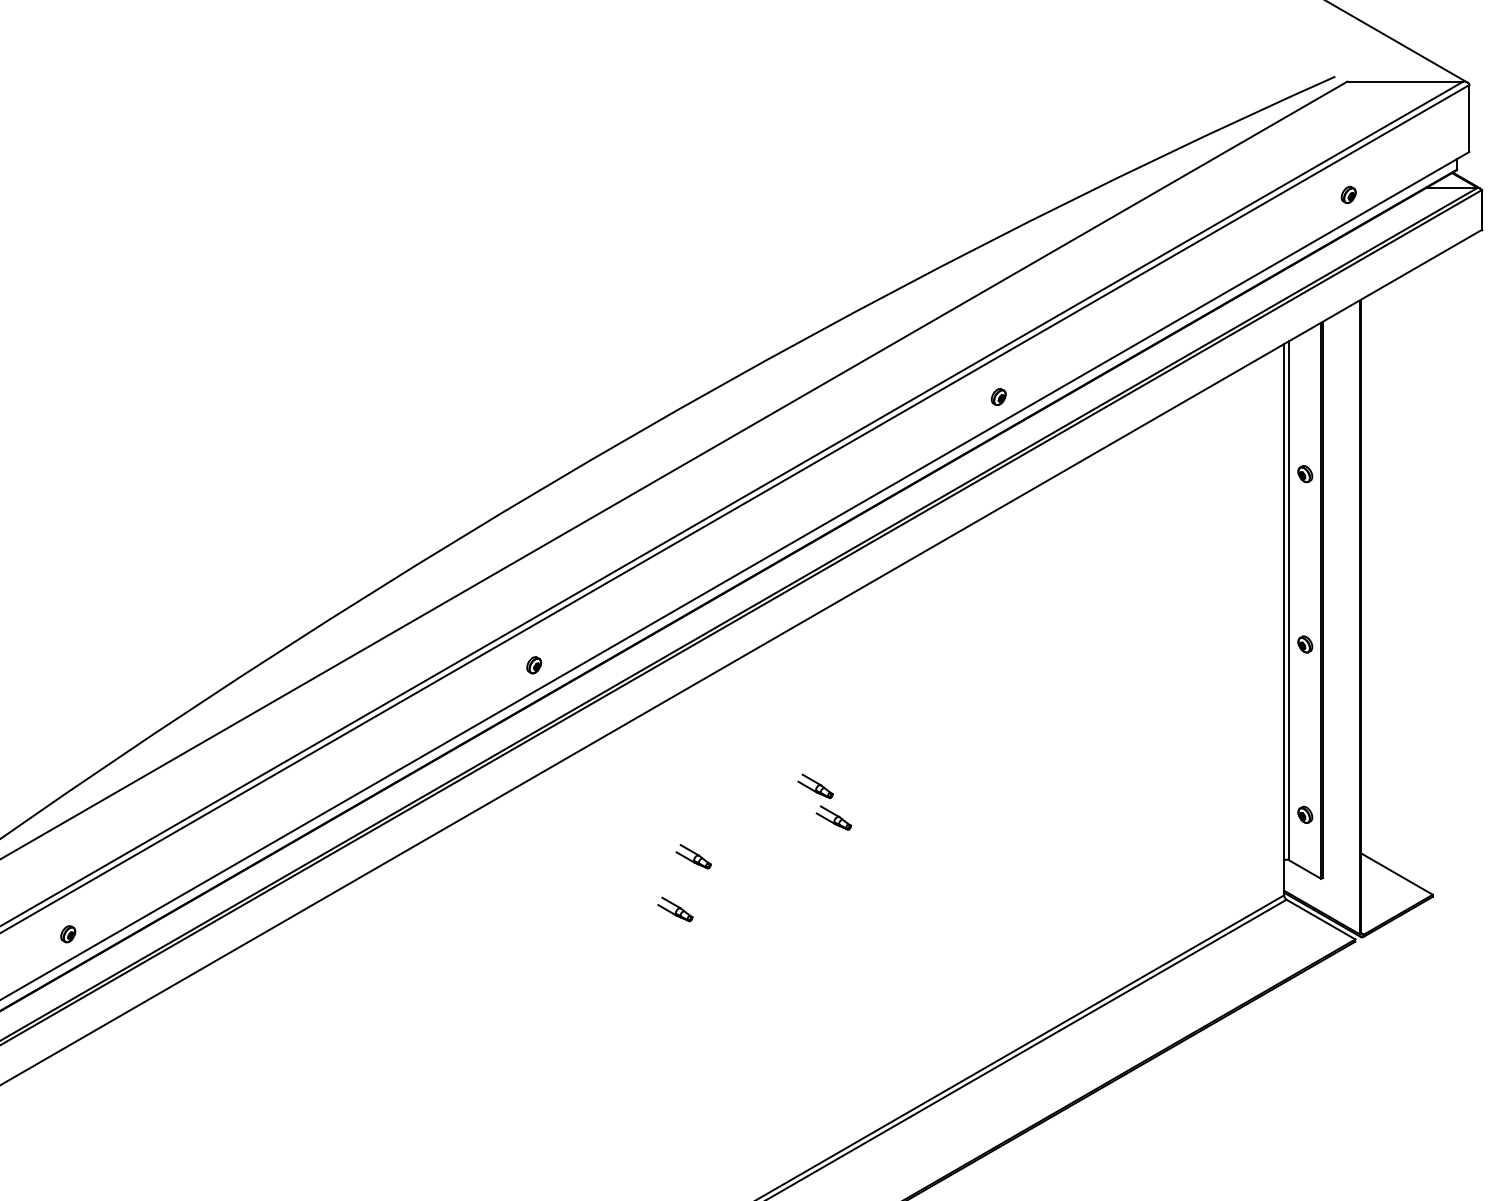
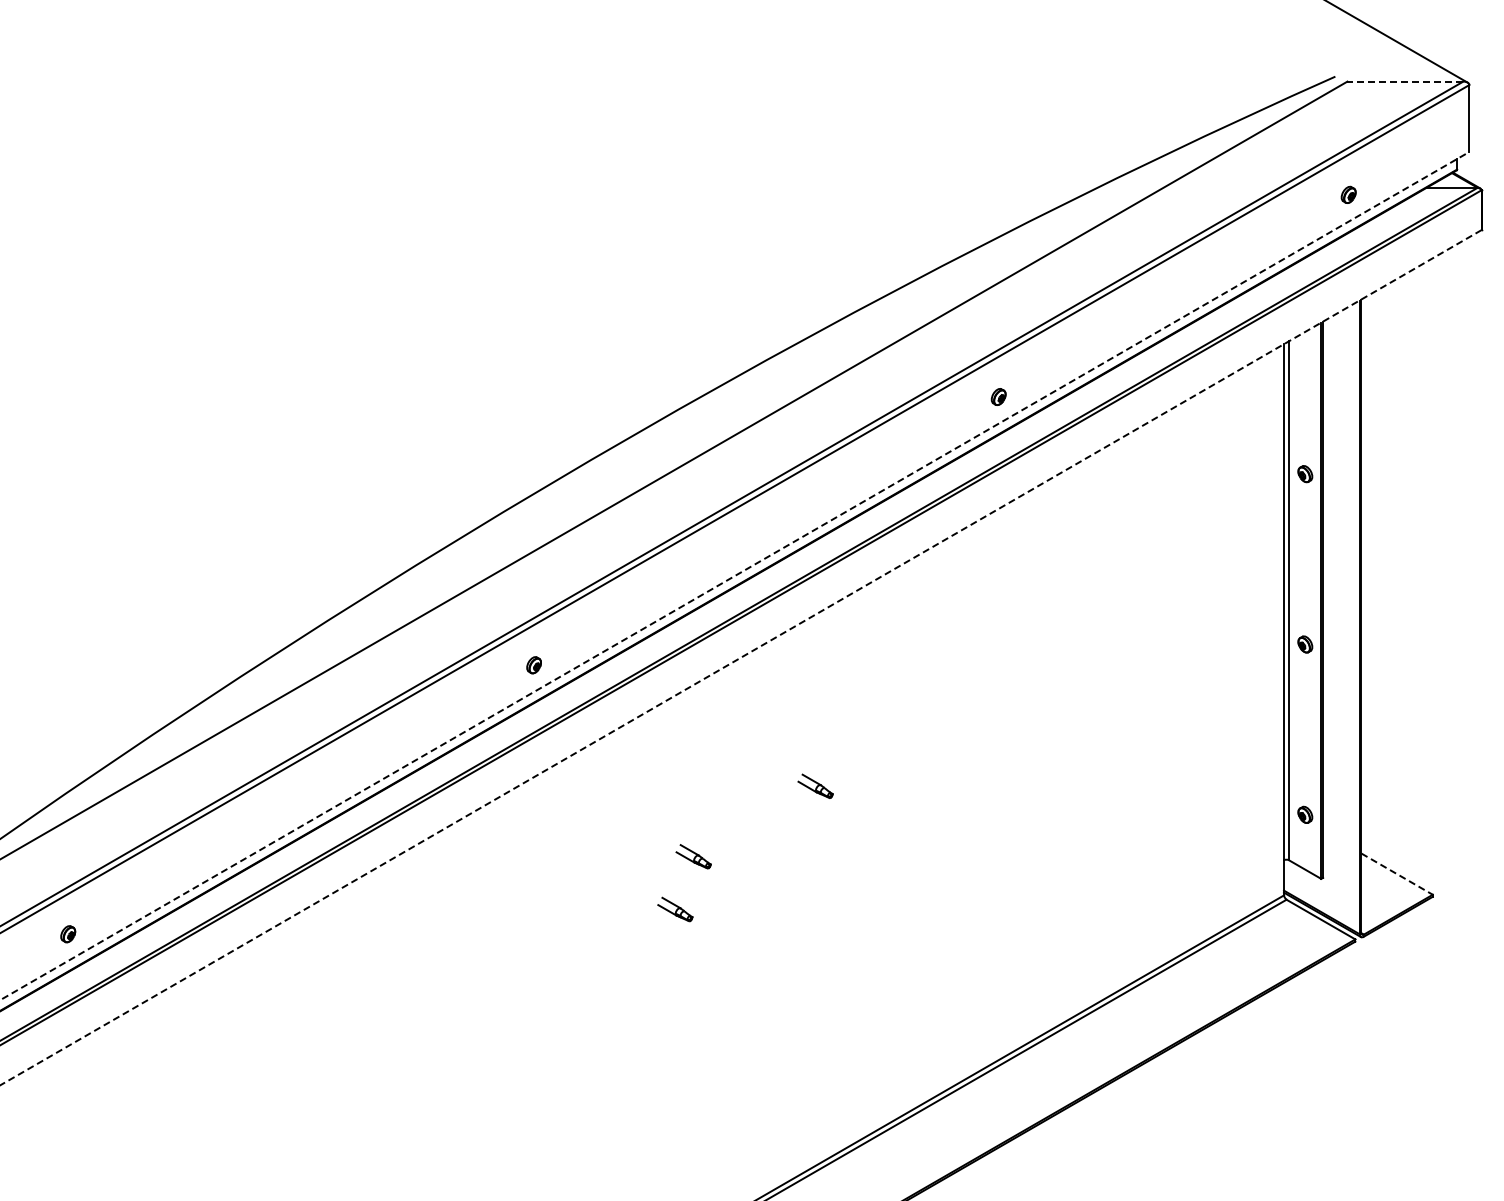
line at (1405, 81): solid -> dashed
line at (735, 575): solid -> dashed
line at (740, 657): solid -> dashed
part at (833, 817): present -> none
line at (1397, 874): solid -> dashed
